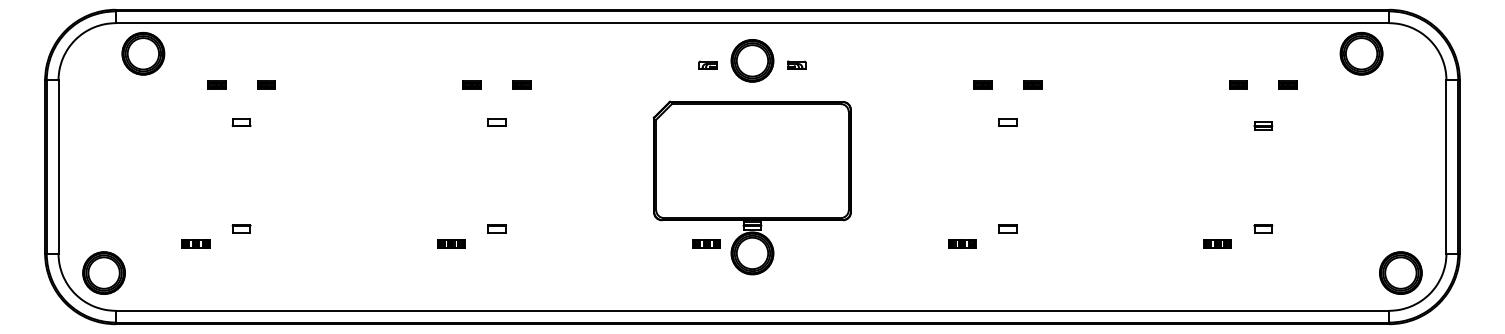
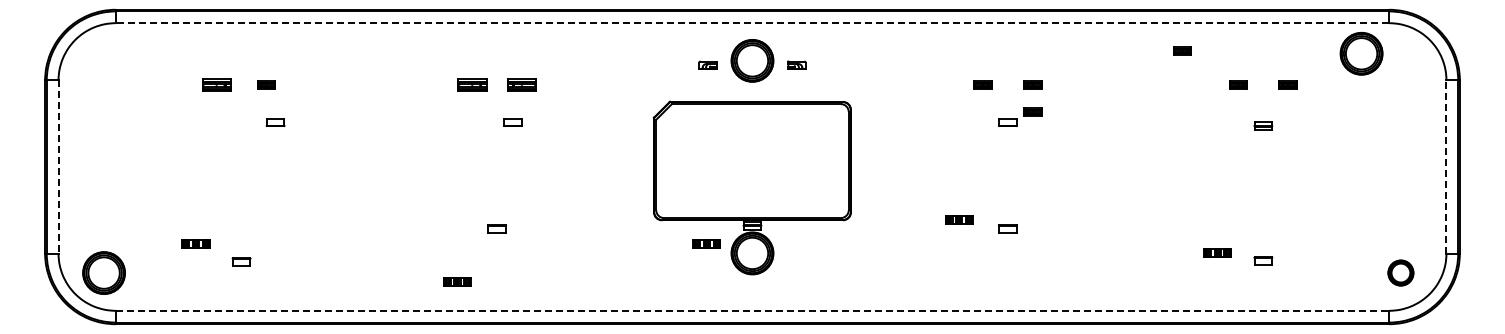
line at (752, 23): solid -> dashed
part at (1182, 50): none -> present
part at (143, 53): present -> none
part at (216, 84) size: 20x10 px -> 30x14 px
part at (471, 84) size: 20x10 px -> 31x14 px
part at (521, 84) size: 20x10 px -> 30x14 px
part at (1032, 111): none -> present
part at (241, 122) position: (241, 122) -> (275, 122)
part at (496, 122) position: (496, 122) -> (512, 122)
line at (58, 167): solid -> dashed
line at (1446, 167): solid -> dashed
part at (241, 228) position: (241, 228) -> (241, 261)
part at (1263, 228) position: (1263, 228) -> (1263, 260)
part at (451, 243) position: (451, 243) -> (457, 281)
part at (962, 243) position: (962, 243) -> (959, 219)
part at (1217, 243) position: (1217, 243) -> (1217, 252)
part at (1400, 272) size: 44x44 px -> 28x28 px
line at (752, 310): solid -> dashed
